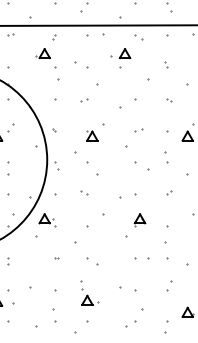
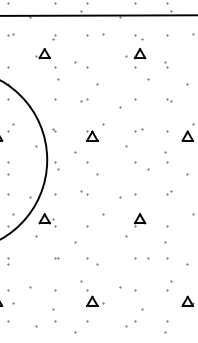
line at (98, 25) position: (98, 25) -> (98, 15)
part at (120, 58) position: (120, 58) -> (135, 58)
part at (90, 296) position: (90, 296) -> (95, 297)
part at (187, 311) position: (187, 311) -> (187, 300)
